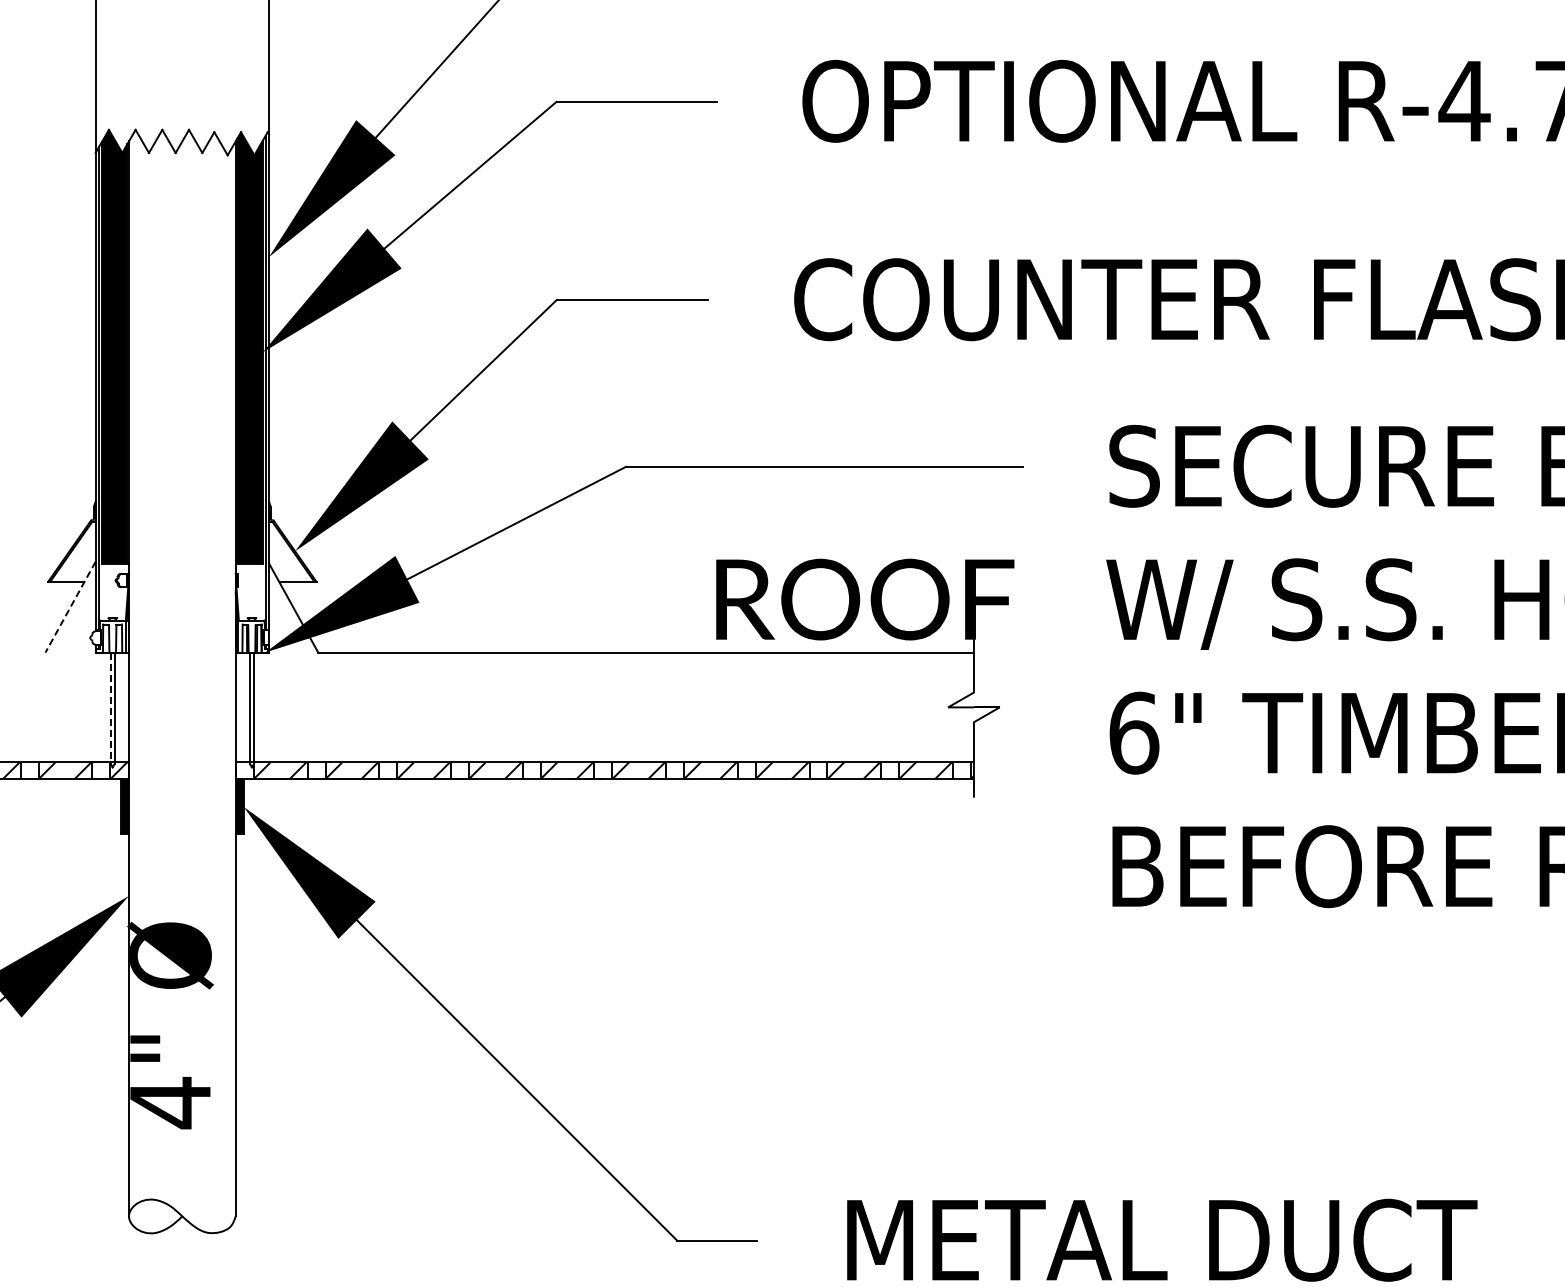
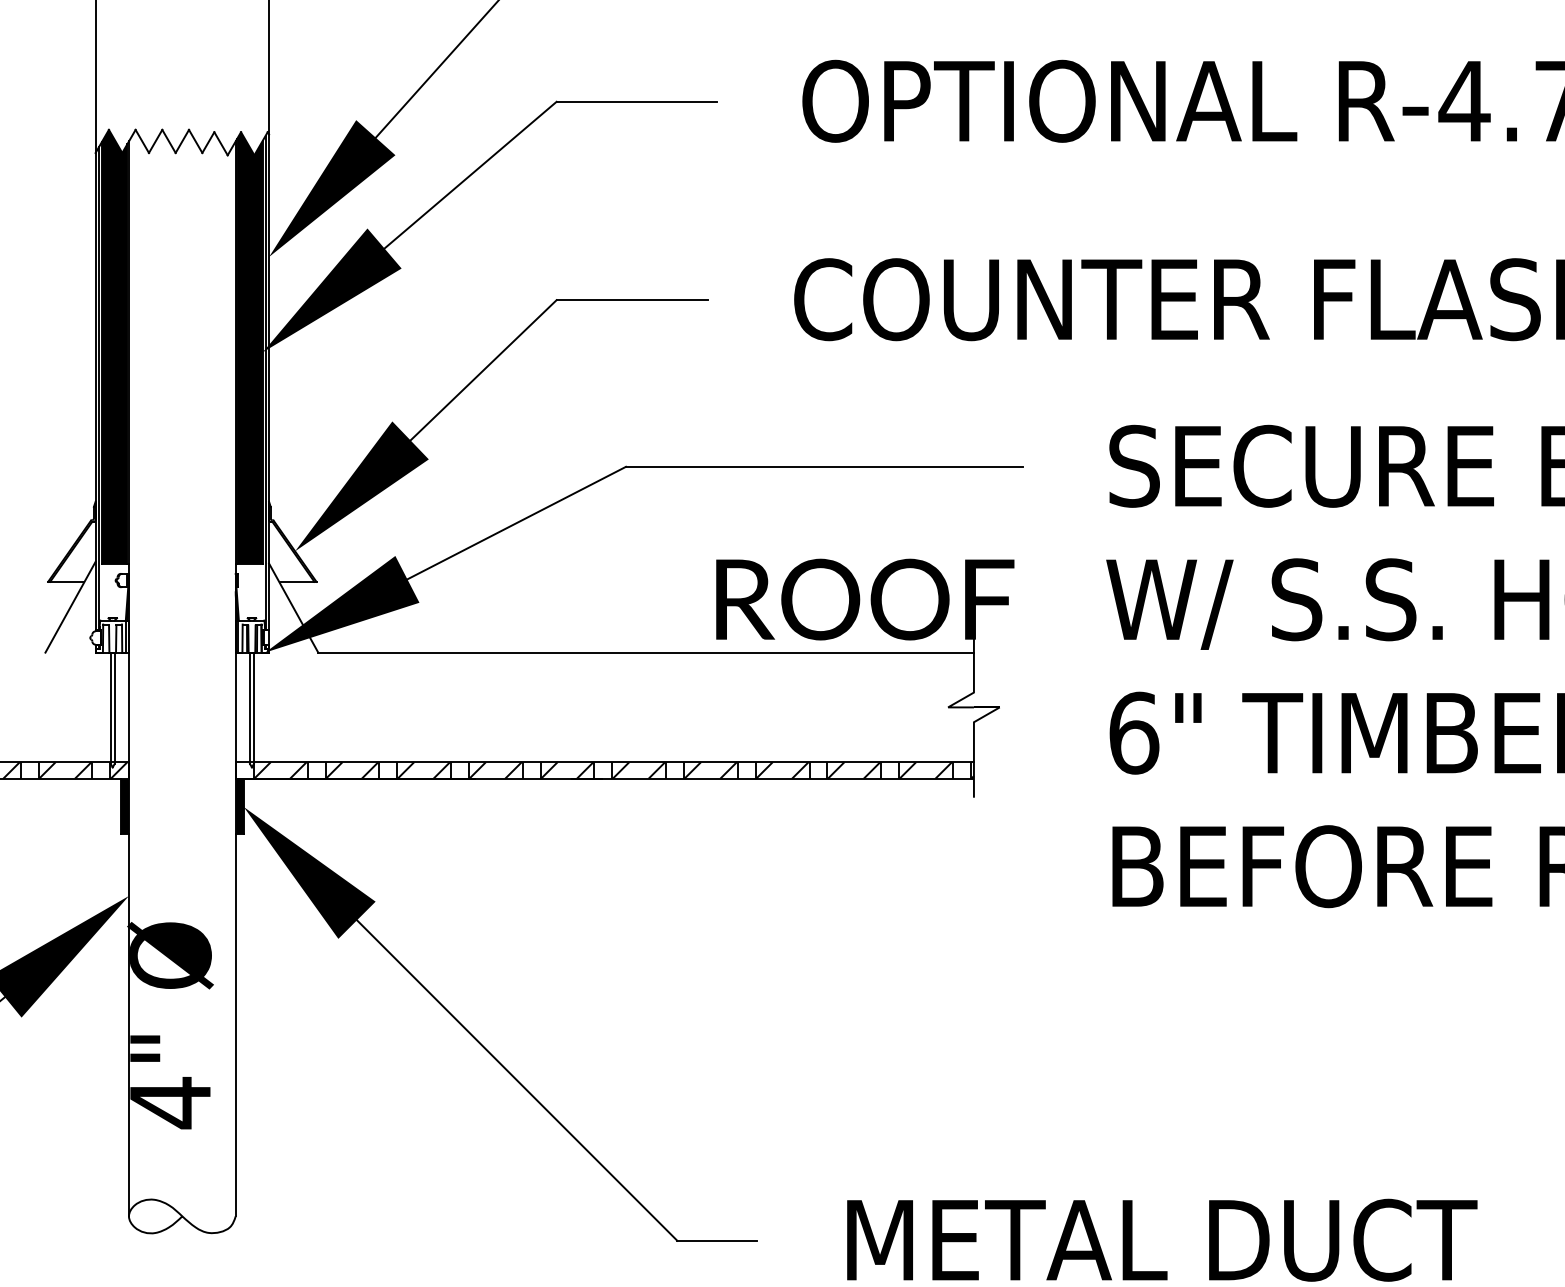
line at (70, 607): dashed -> solid
line at (110, 708): dashed -> solid
